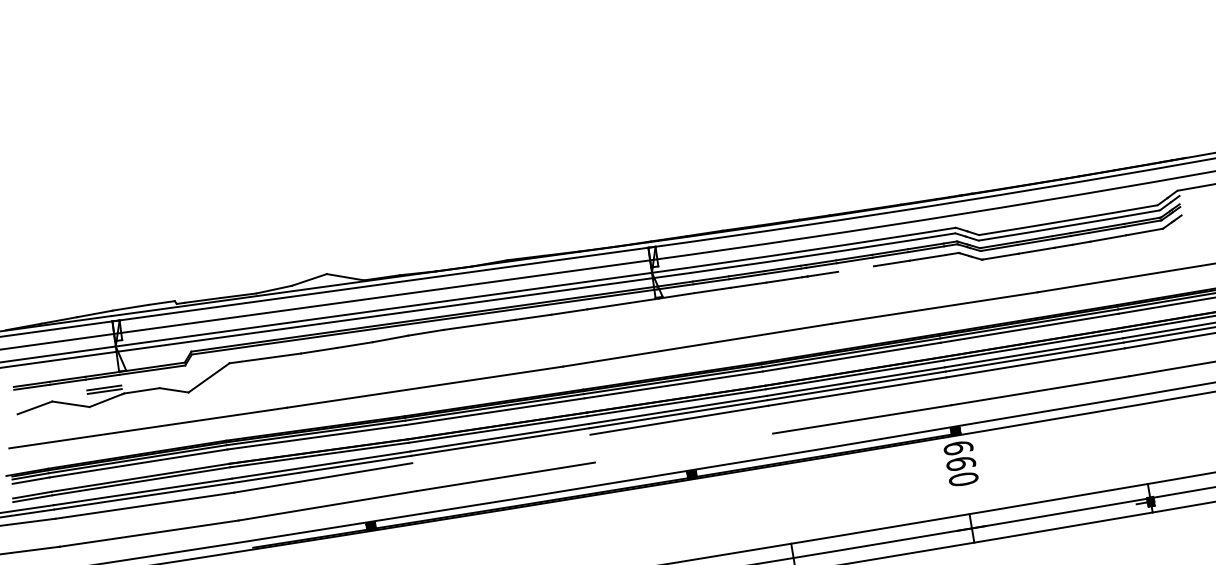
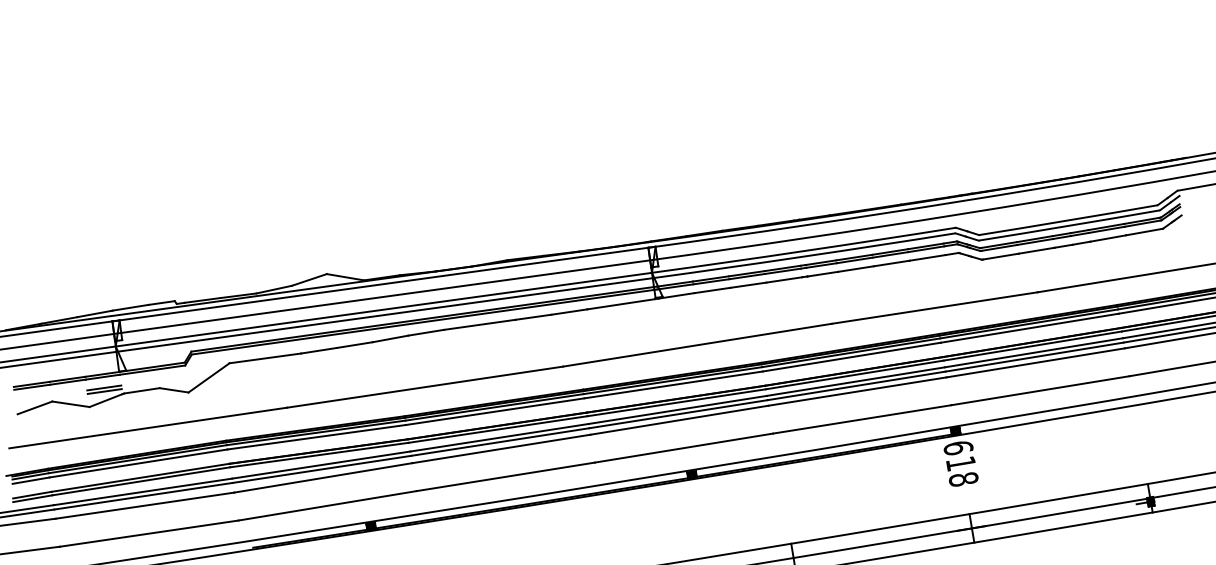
line at (855, 268): none -> present
line at (683, 447): none -> present
line at (501, 448): none -> present
text at (962, 471): 660 -> 618
